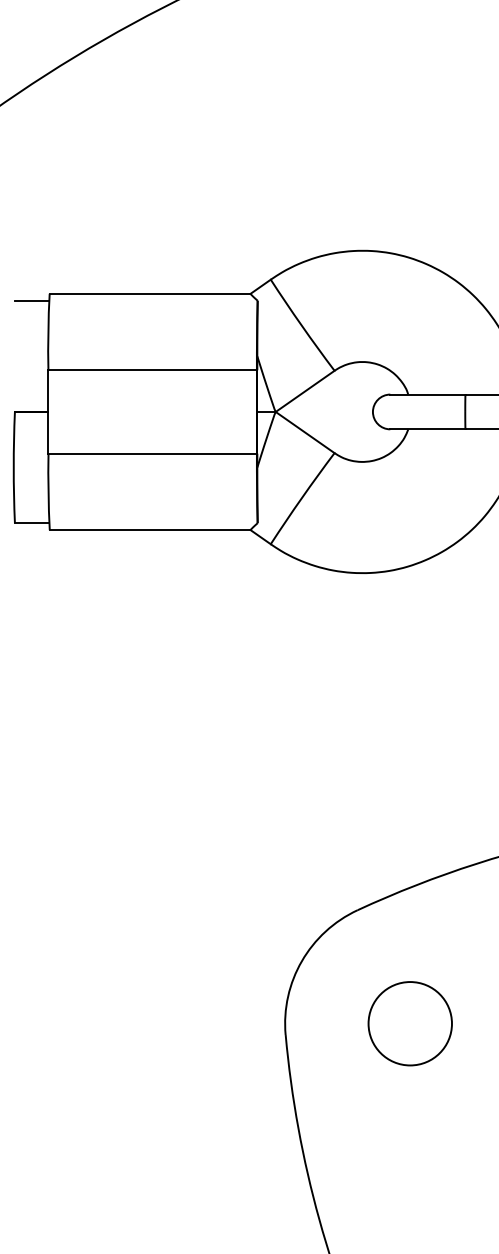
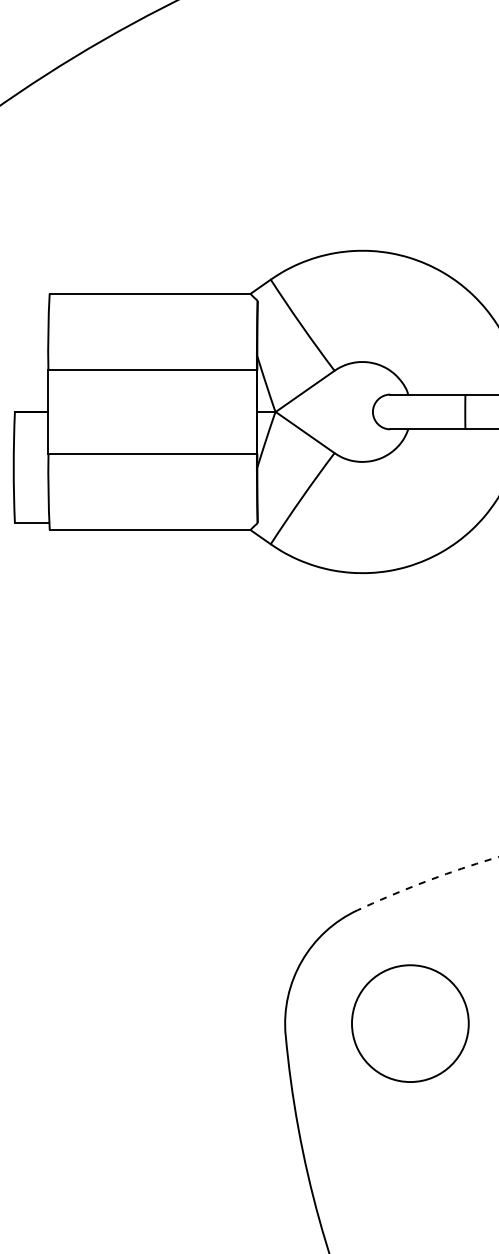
line at (31, 300): present -> none
arc at (426, 881): solid -> dashed
circle at (409, 1023) size: 86x86 px -> 119x119 px
